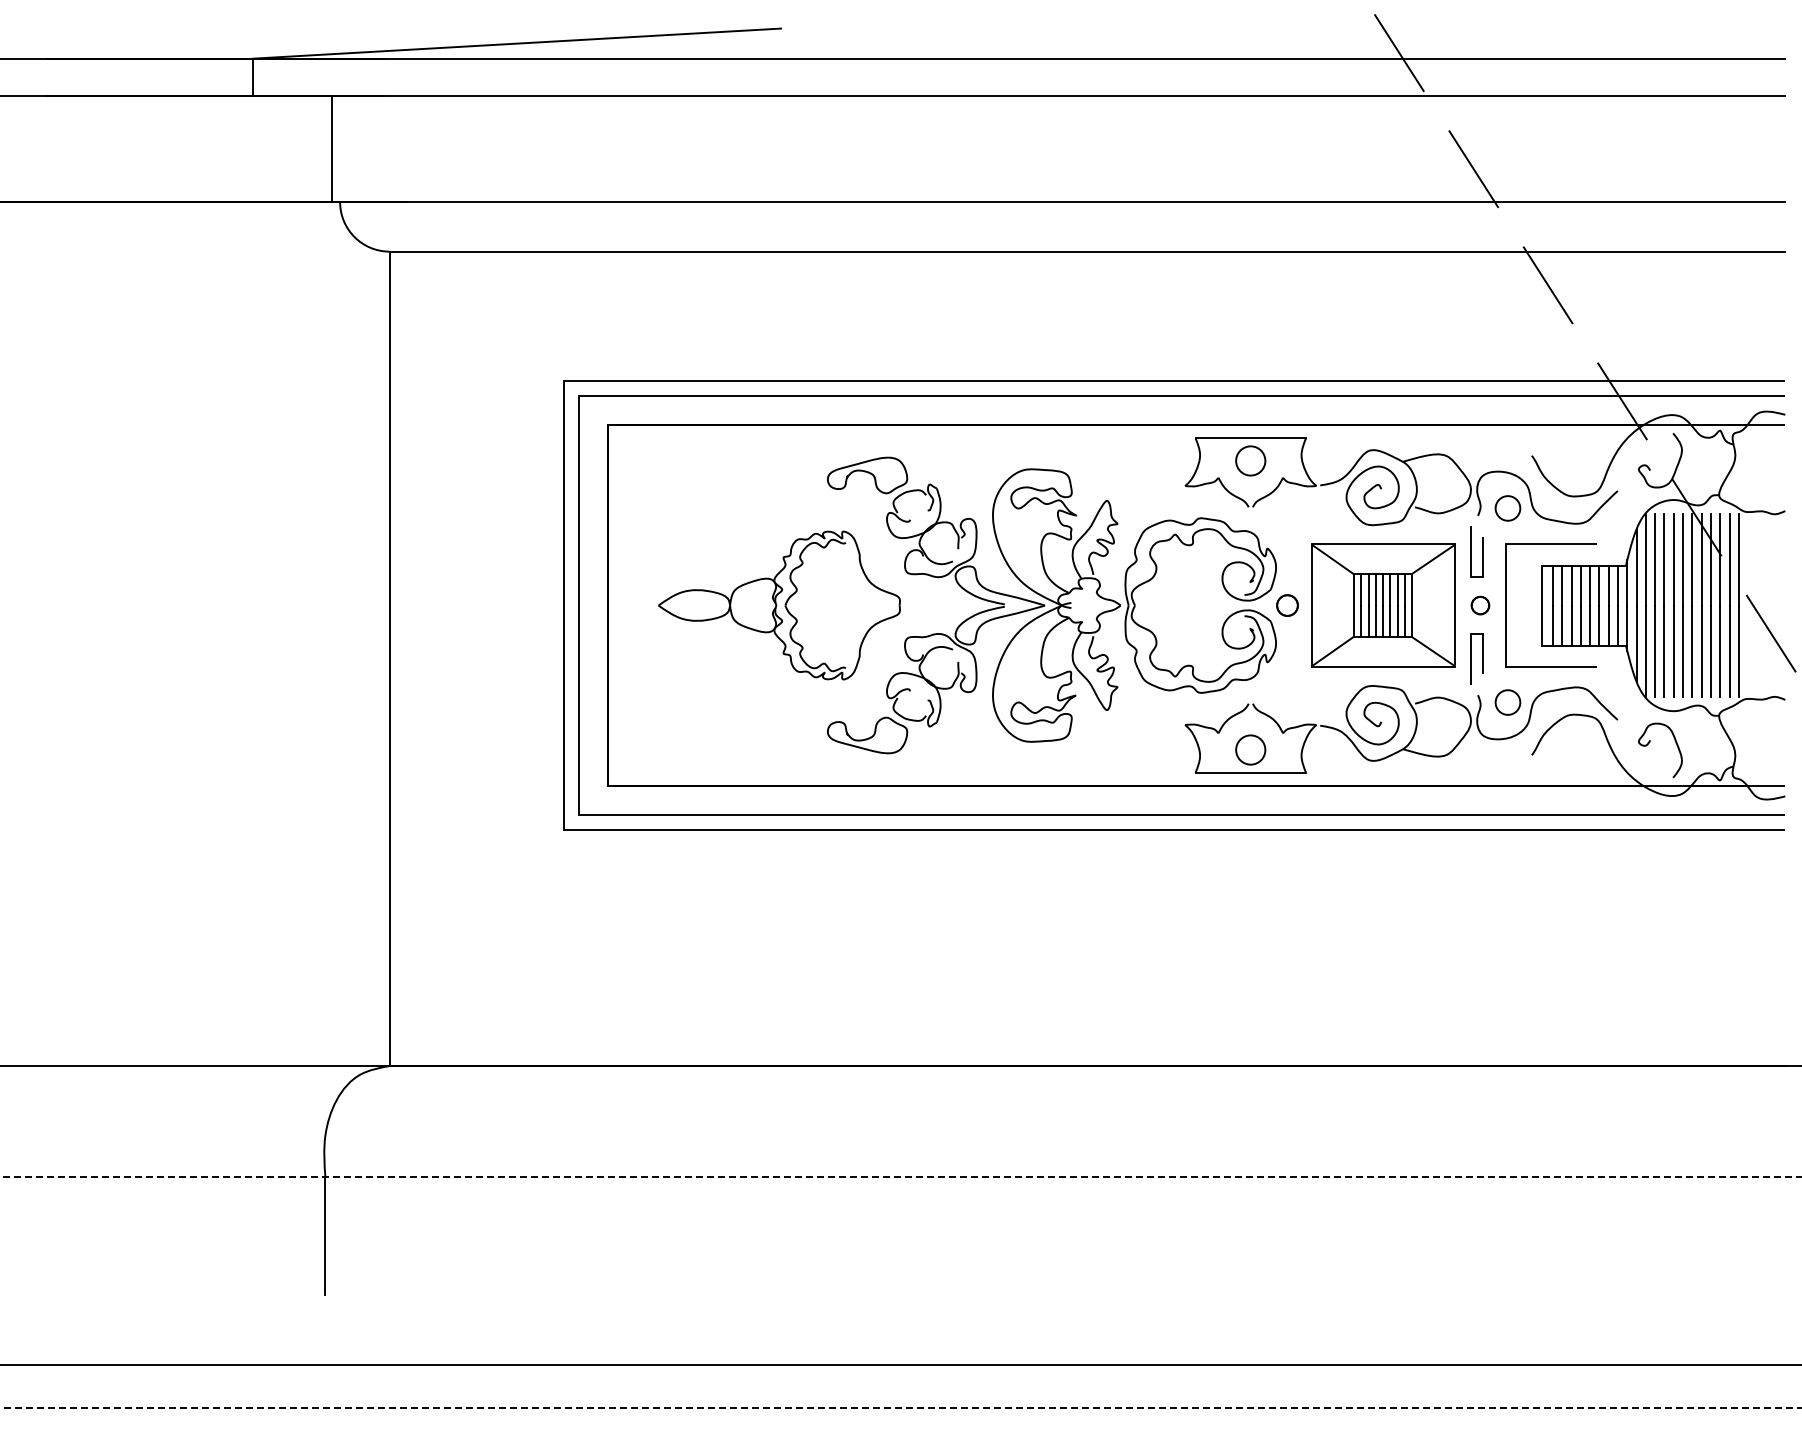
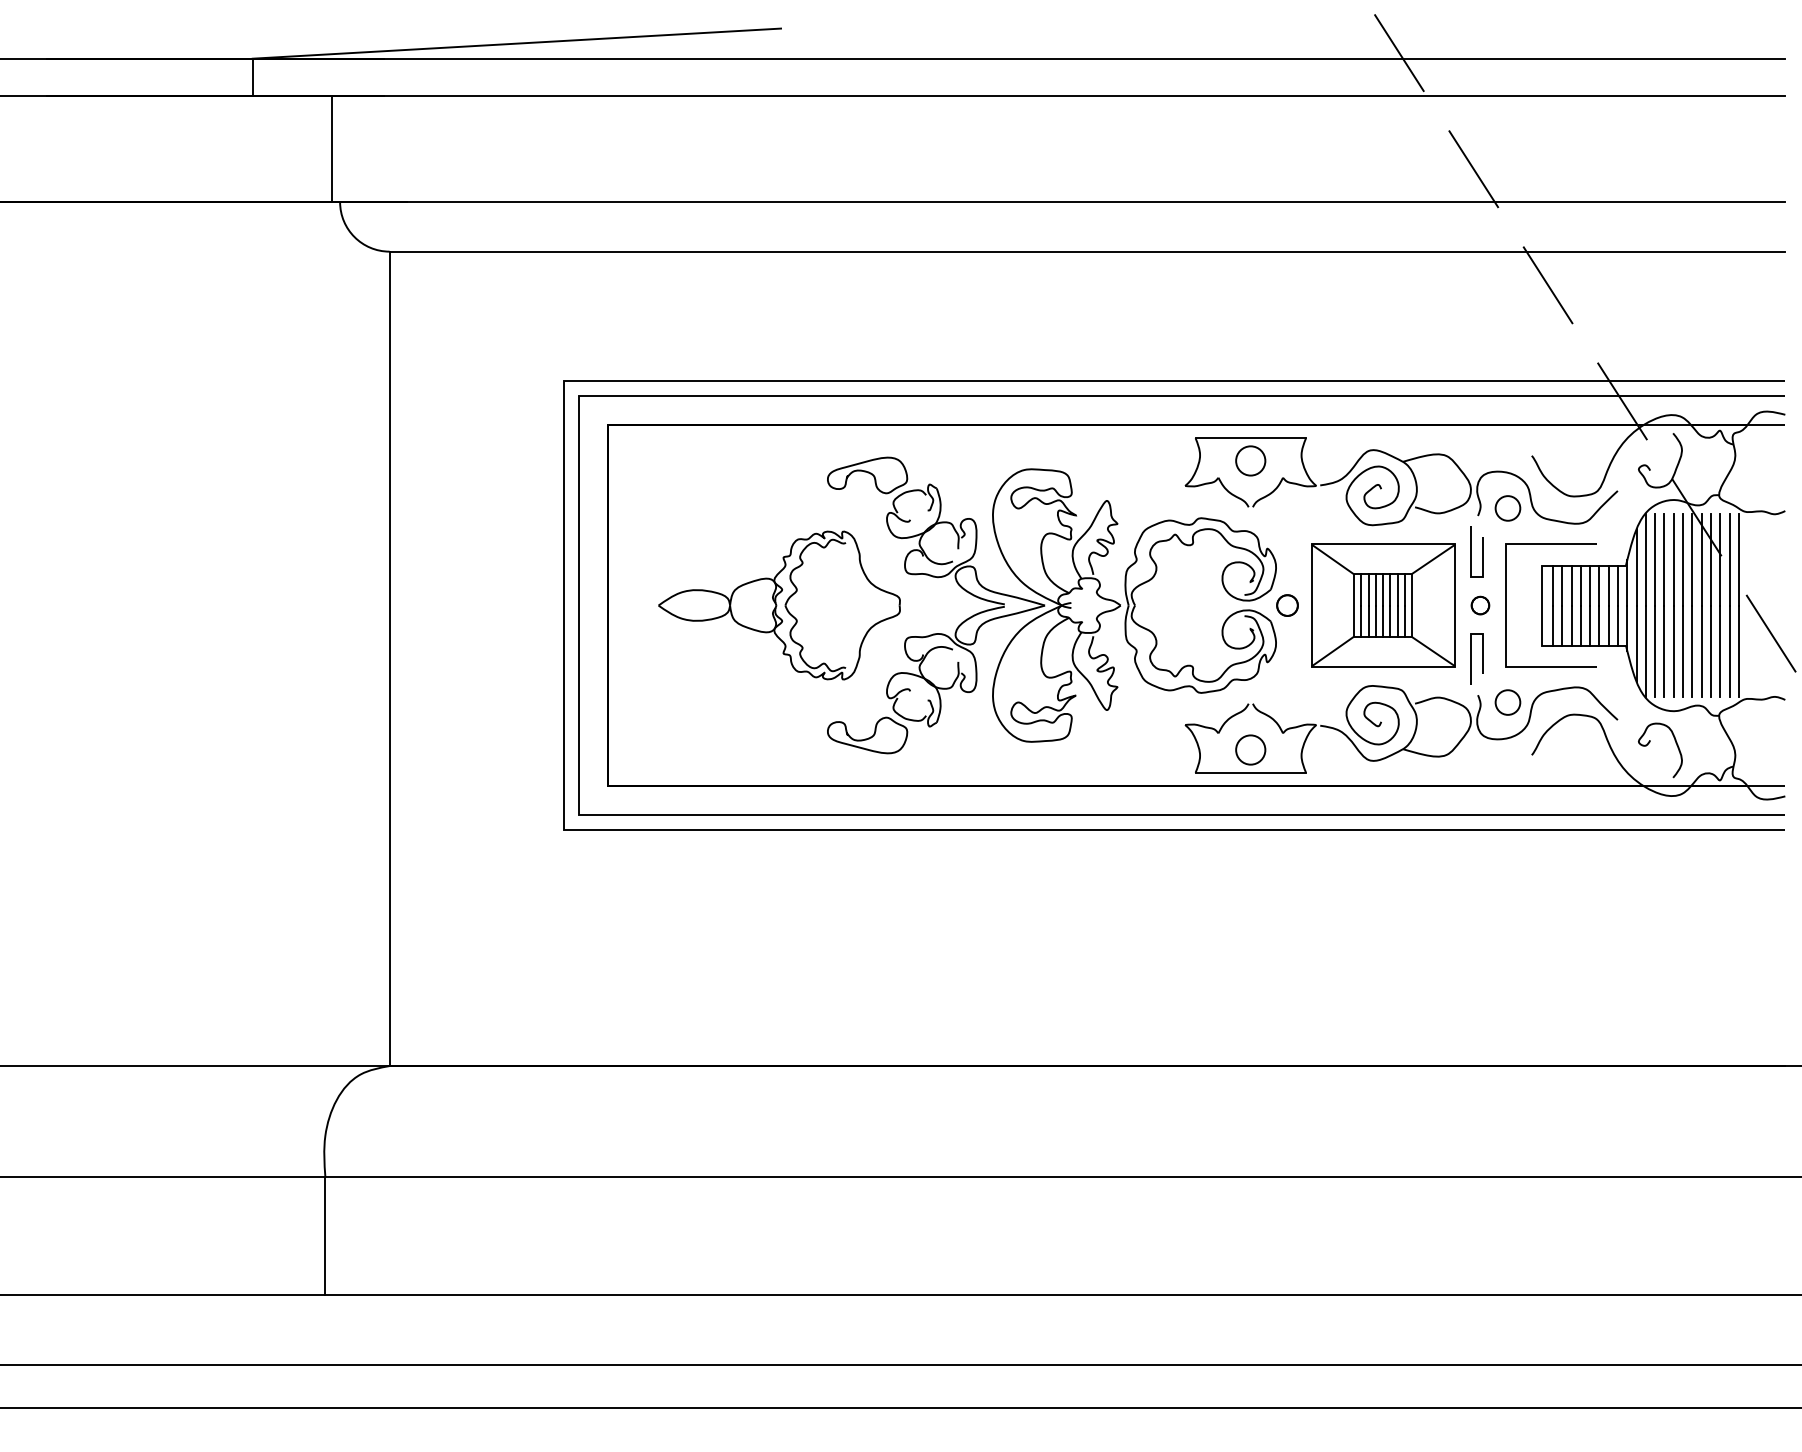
line at (900, 1177): dashed -> solid
line at (900, 1295): none -> present
line at (901, 1408): dashed -> solid
